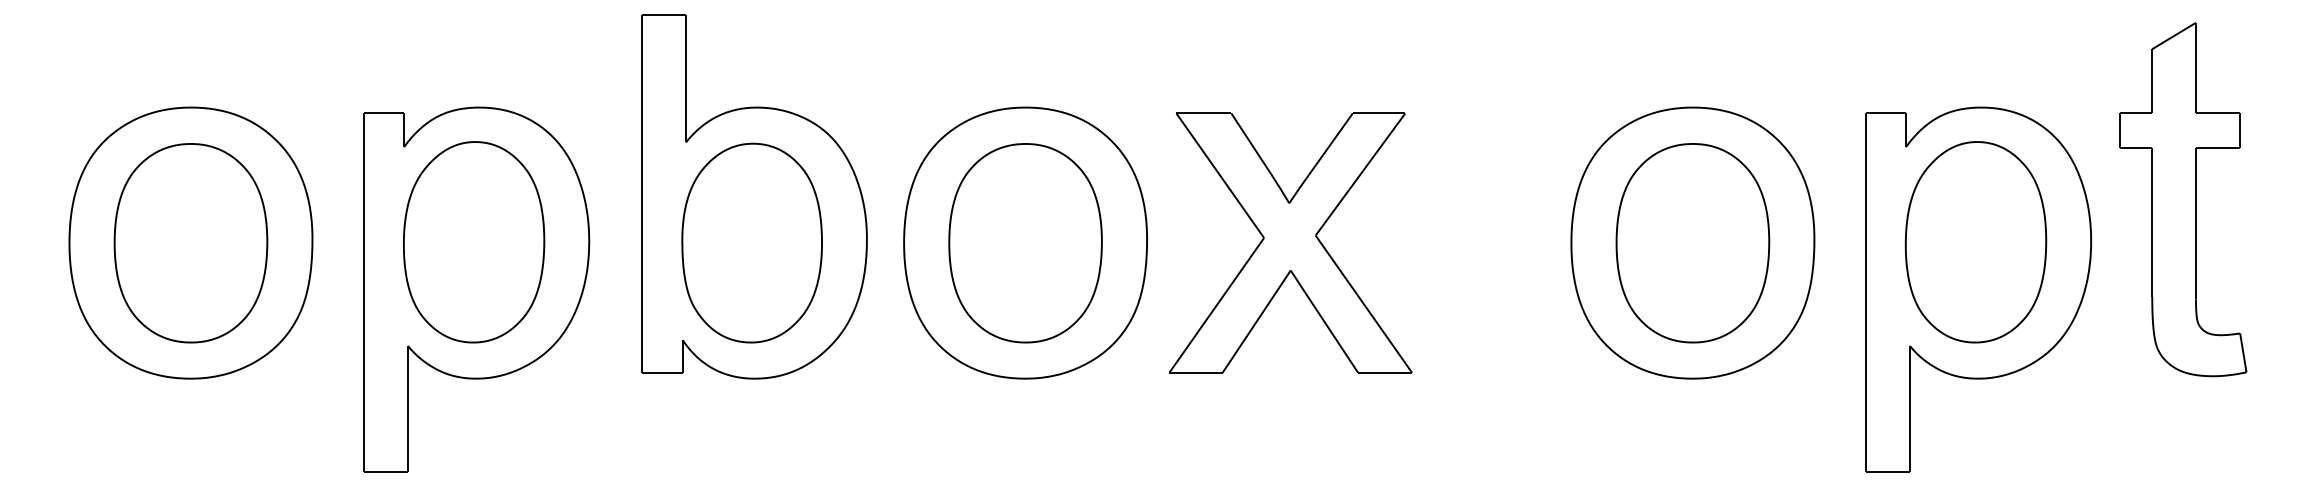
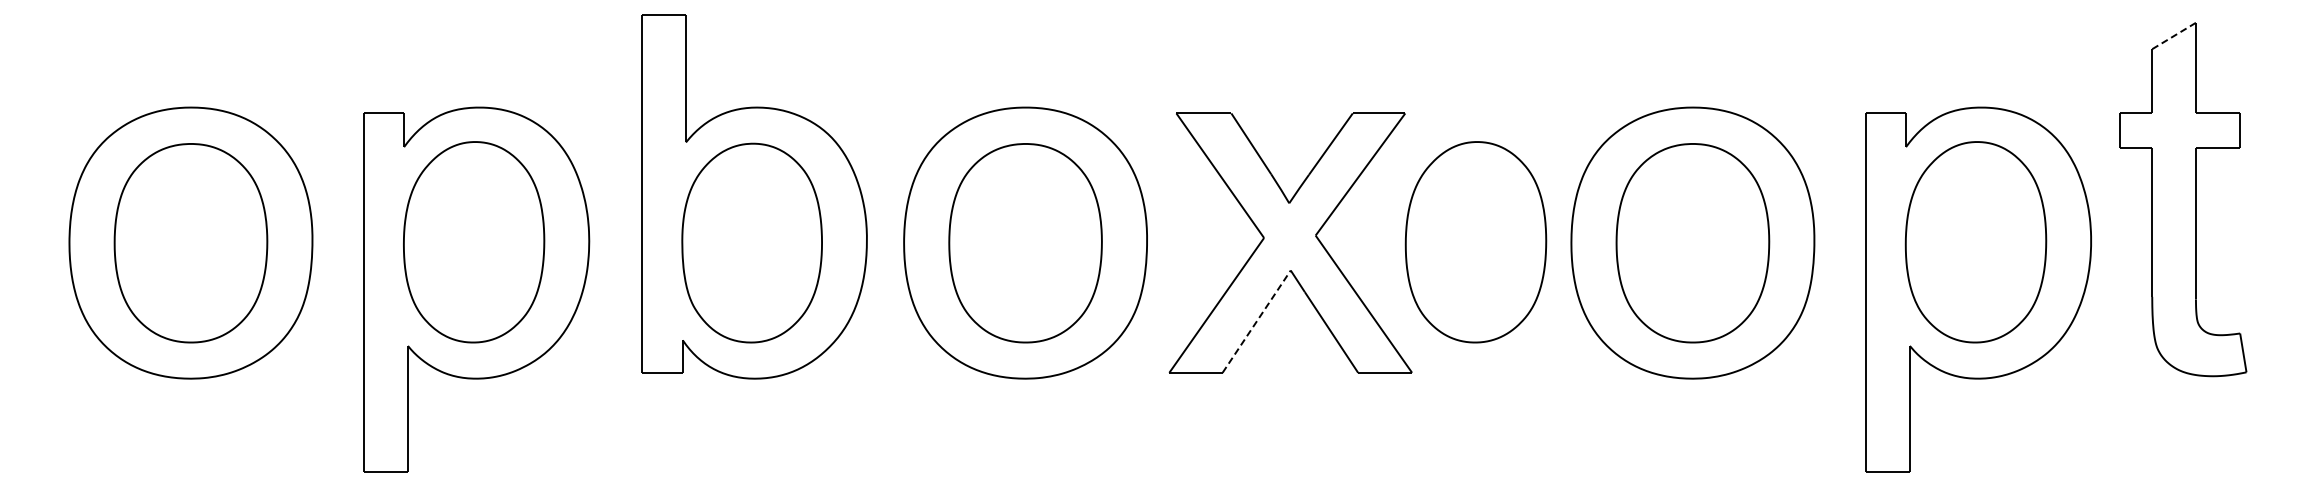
line at (2174, 36): solid -> dashed
part at (1475, 242): none -> present
line at (1256, 321): solid -> dashed
